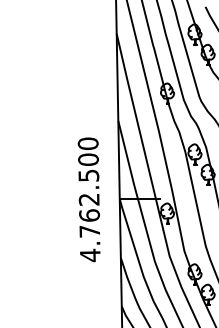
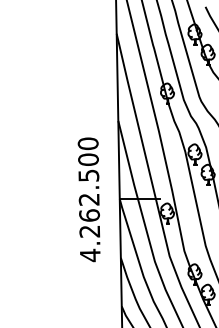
text at (89, 231): 4.762.500 -> 4.262.500
